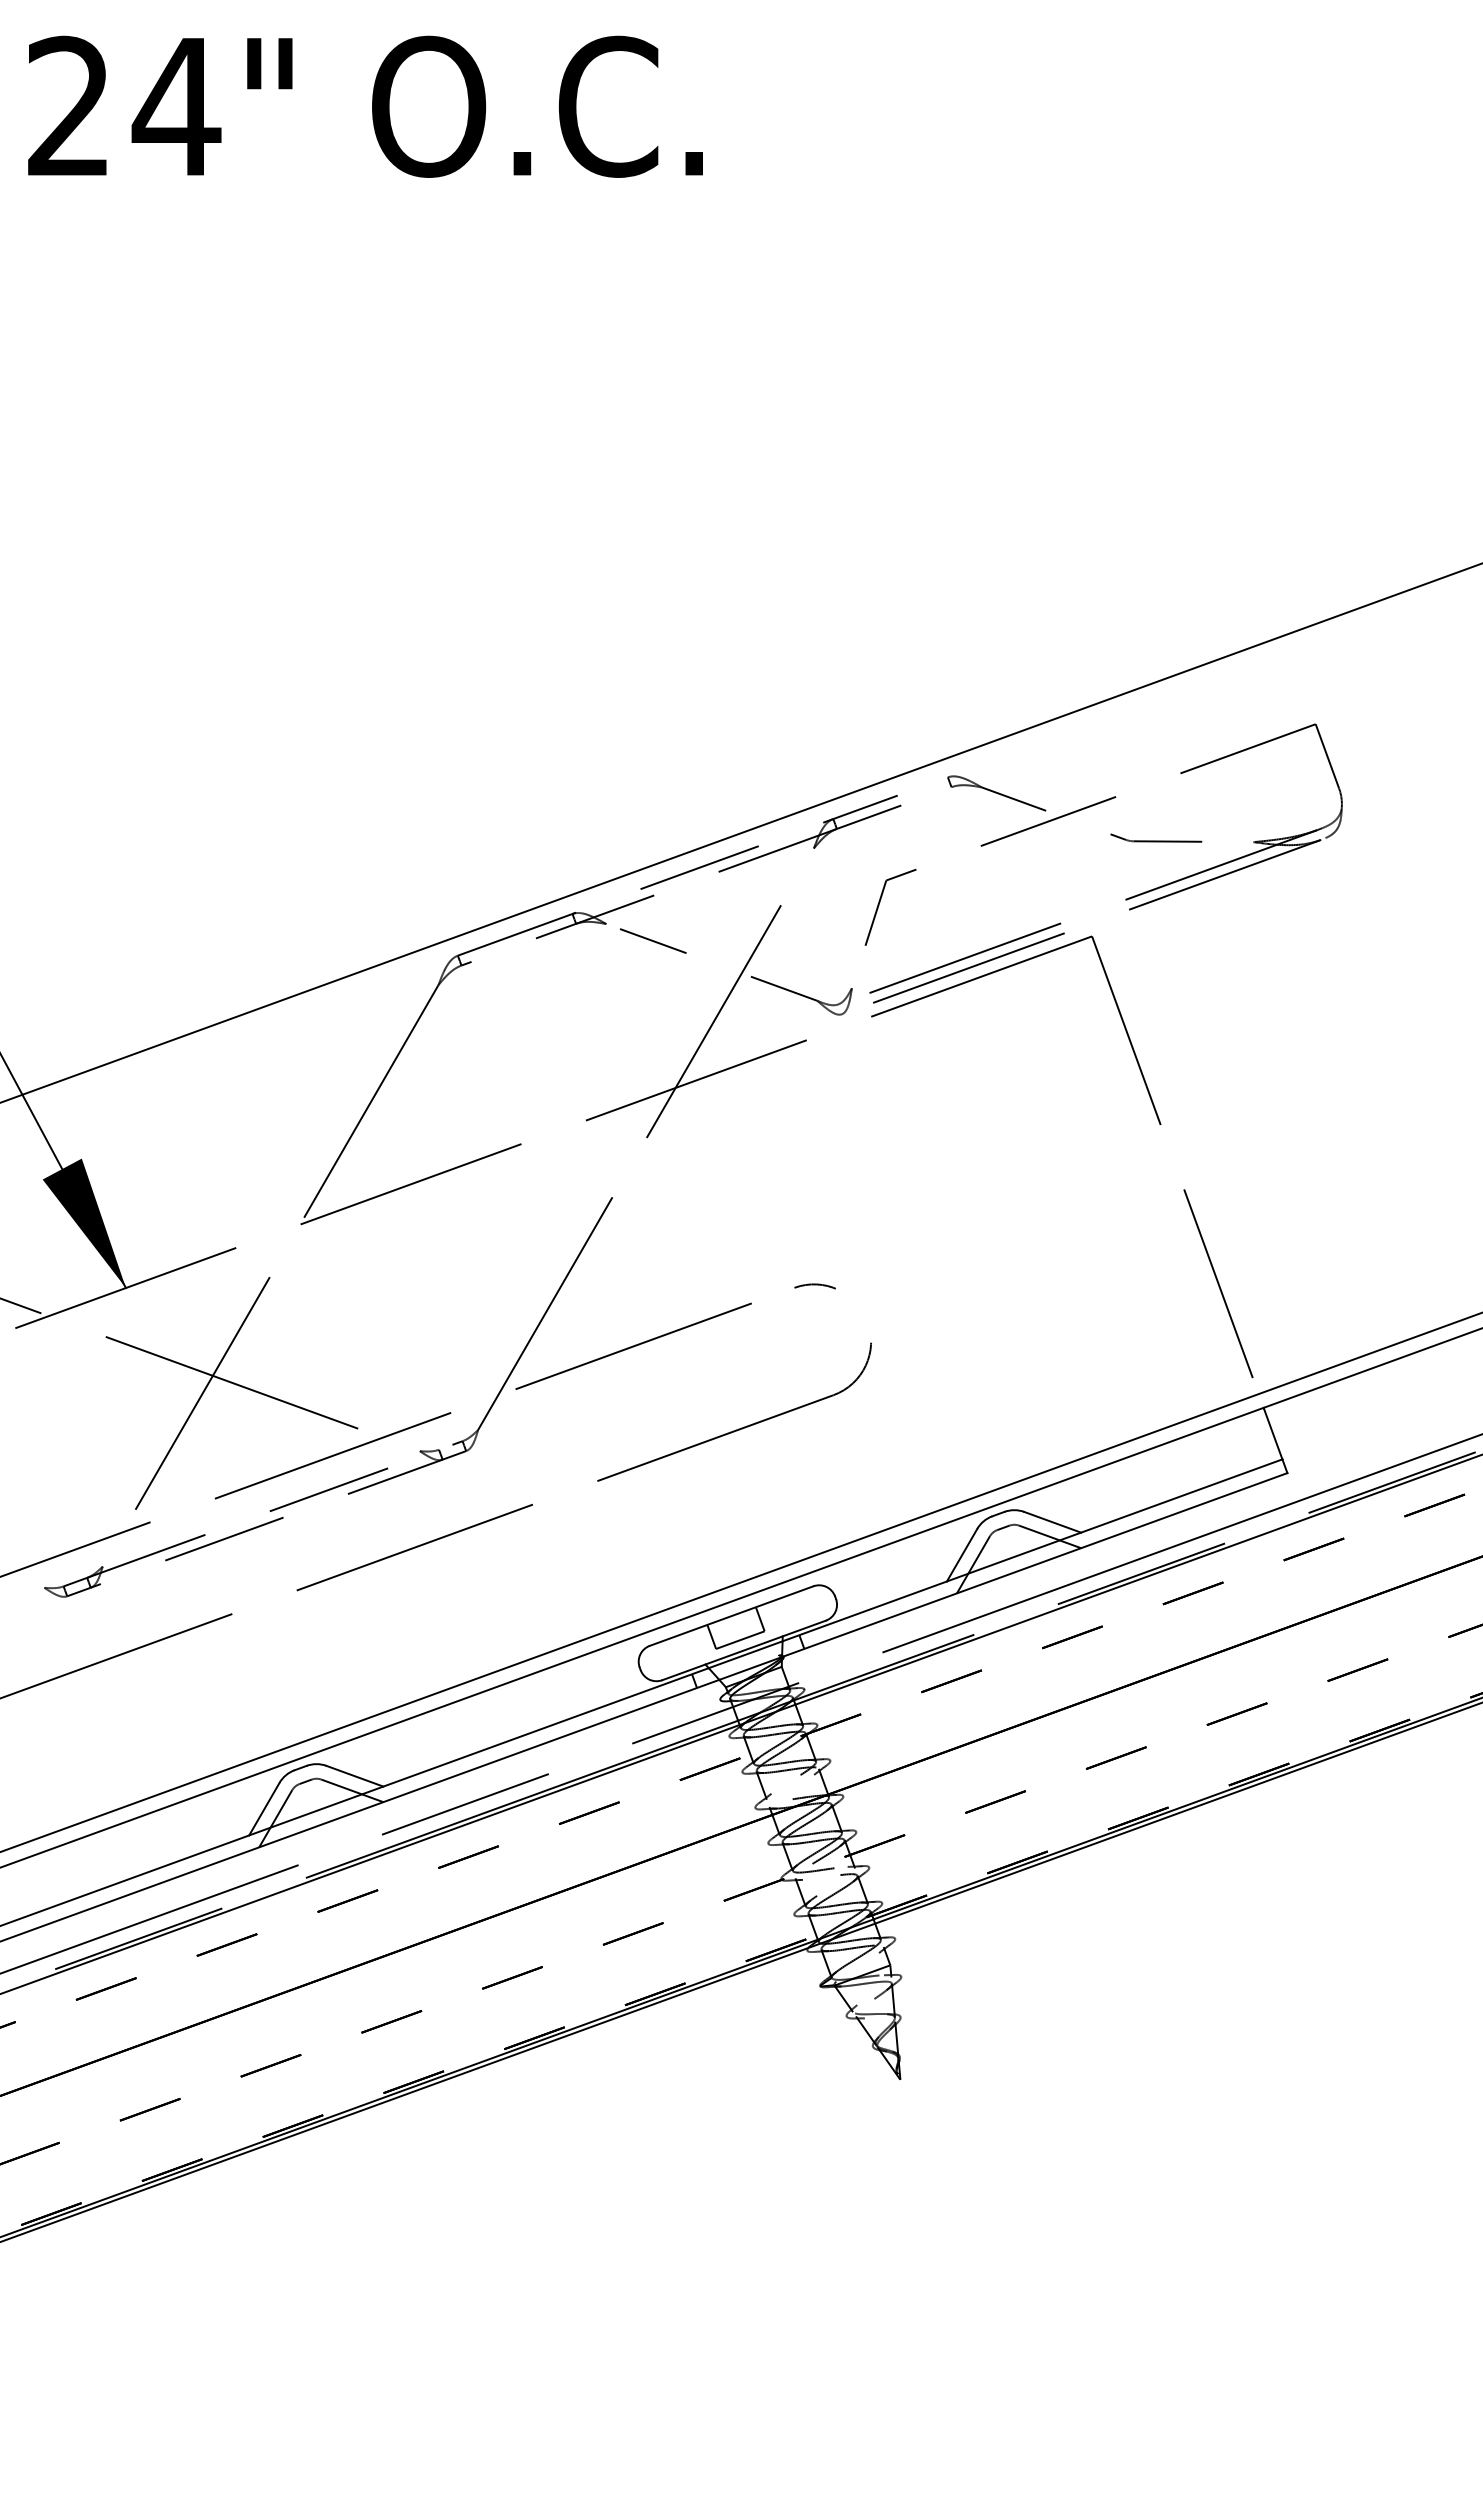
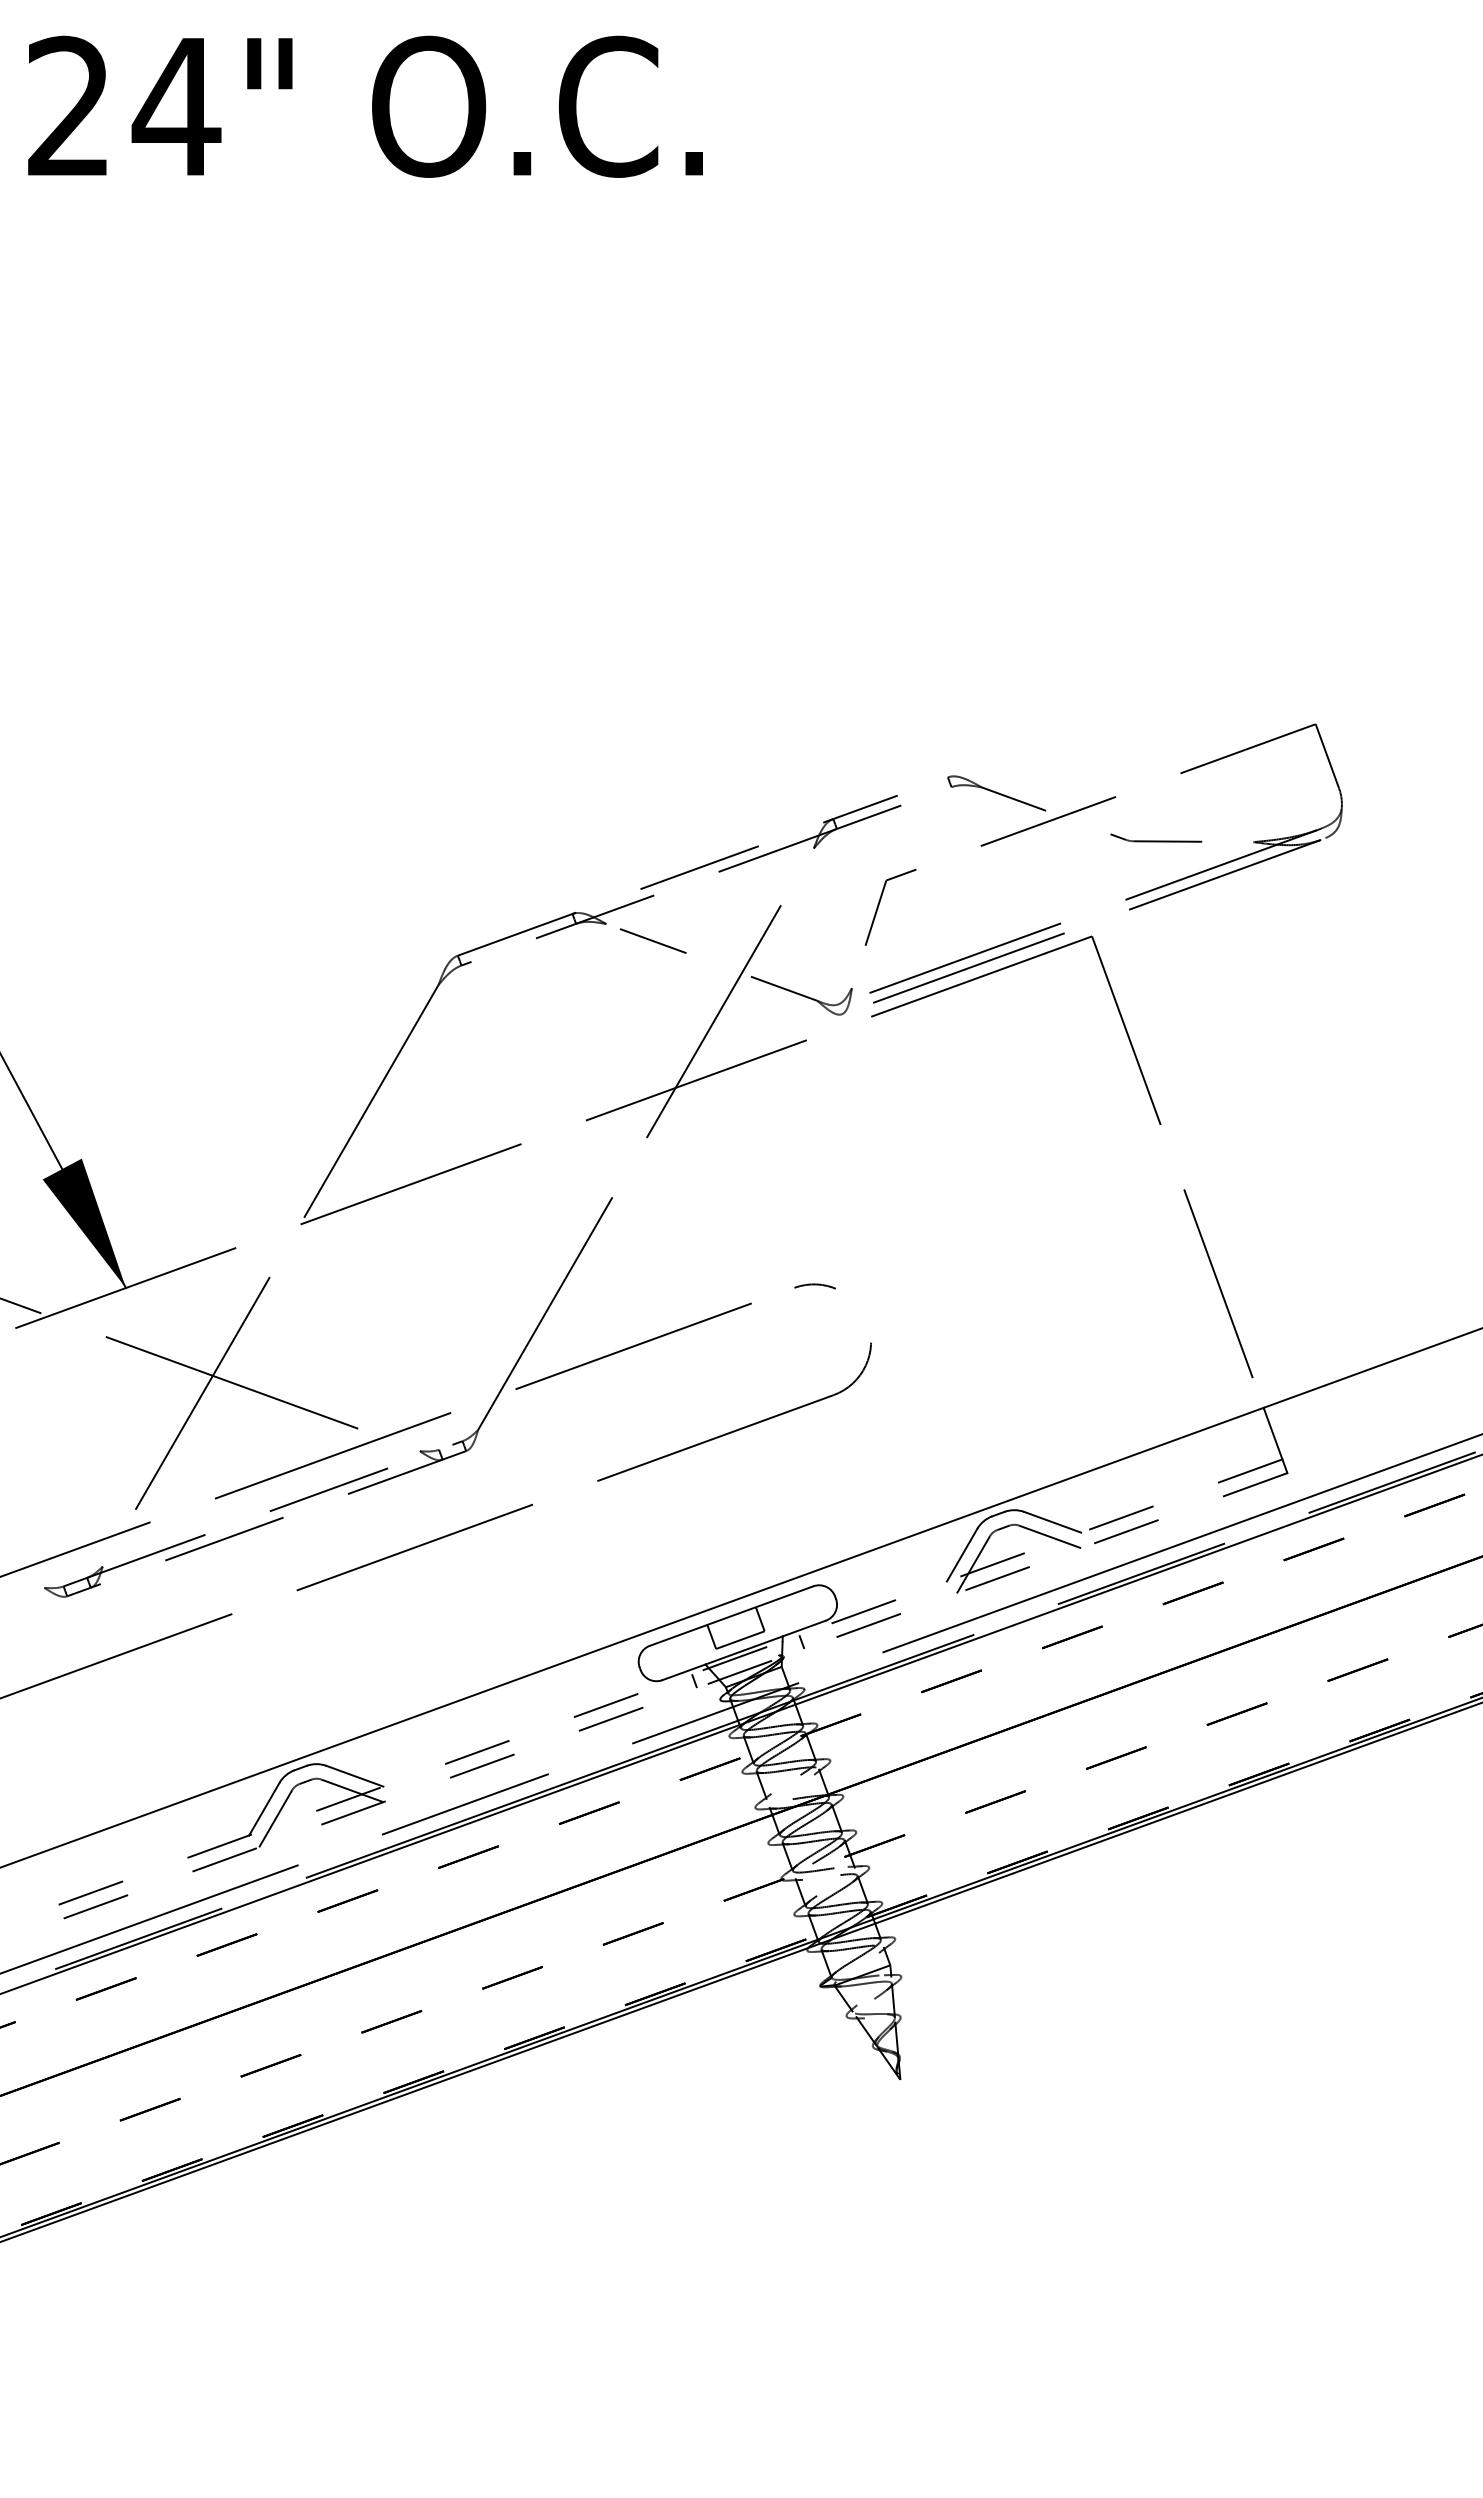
line at (740, 832): present -> none
line at (740, 1582): present -> none
line at (640, 1692): solid -> dashed
line at (643, 1707): solid -> dashed
